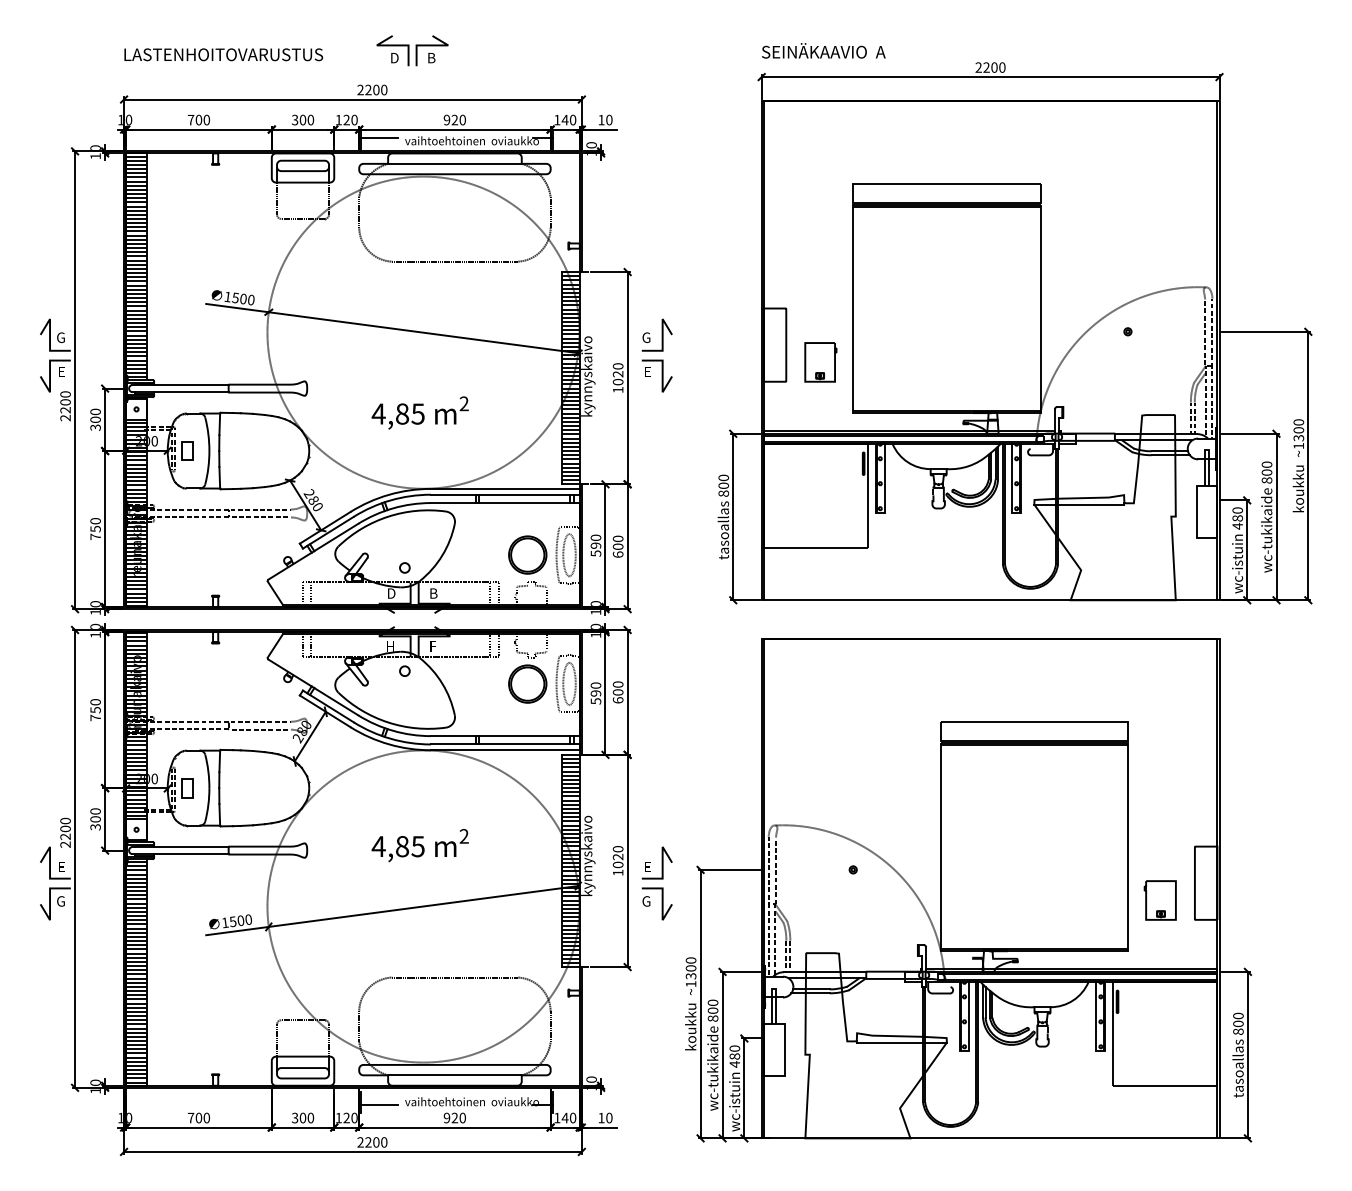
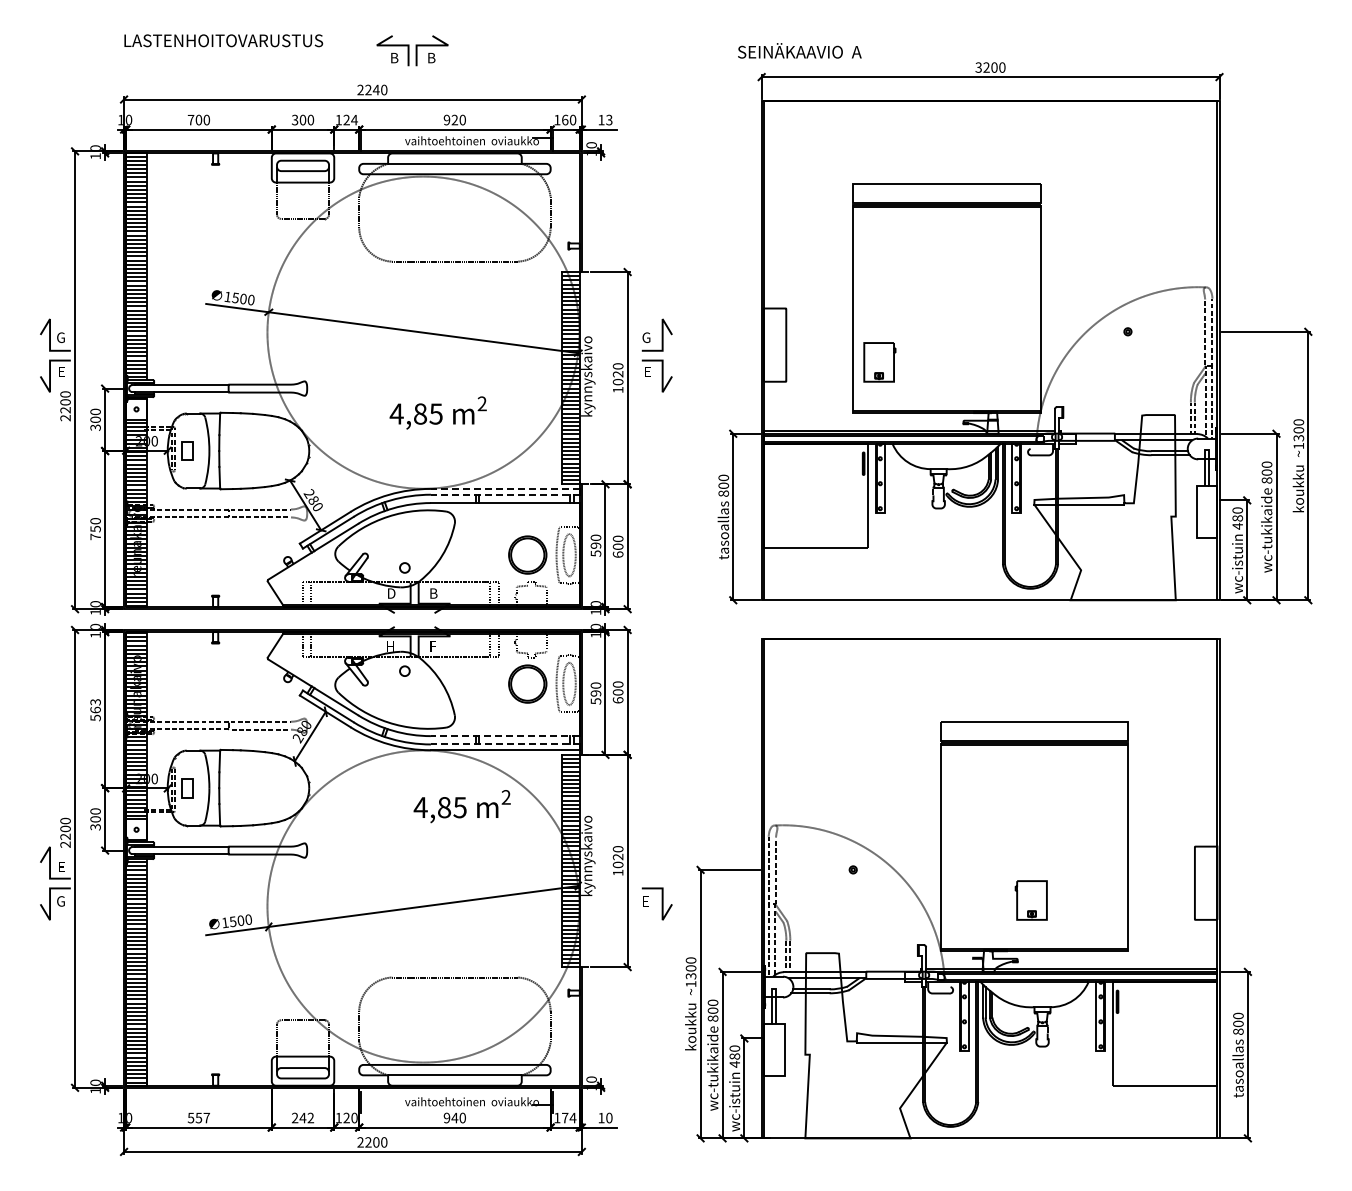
text at (823, 50) position: (823, 50) -> (799, 50)
text at (223, 54) position: (223, 54) -> (223, 40)
text at (395, 58): D -> B
text at (978, 67): 2200 -> 3200
text at (375, 89): 2200 -> 2240
text at (354, 119): 120 -> 124
text at (564, 119): 140 -> 160
text at (609, 119): 10 -> 13
line at (379, 138): present -> none
part at (820, 362) position: (820, 362) -> (879, 362)
text at (419, 412) position: (419, 412) -> (437, 412)
line at (504, 488): solid -> dashed
line at (504, 494): solid -> dashed
text at (95, 710): 750 -> 563
line at (504, 736): solid -> dashed
line at (504, 744): solid -> dashed
text at (419, 845) position: (419, 845) -> (461, 806)
part at (656, 862): present -> none
part at (1159, 900) position: (1159, 900) -> (1030, 900)
text at (646, 901): G -> E
line at (379, 1105): present -> none
text at (198, 1117): 700 -> 557
text at (303, 1117): 300 -> 242
text at (454, 1117): 920 -> 940
text at (568, 1117): 140 -> 174
